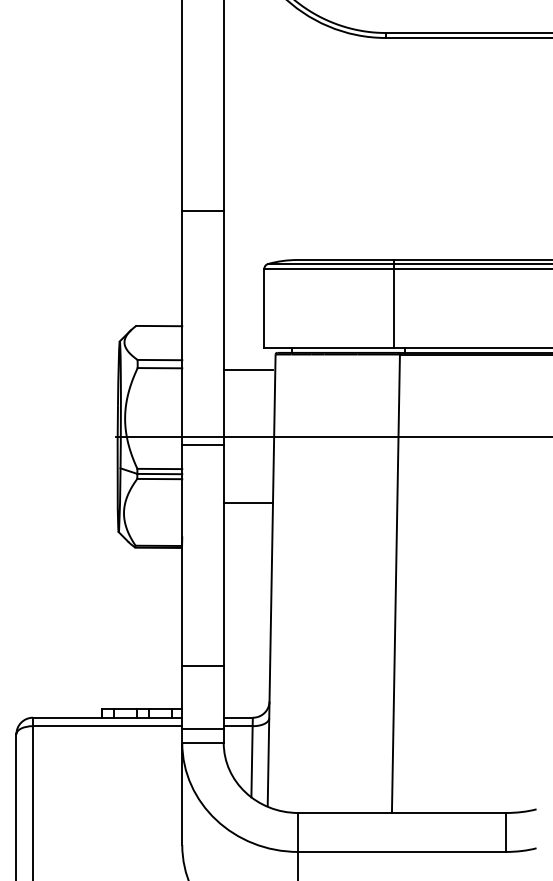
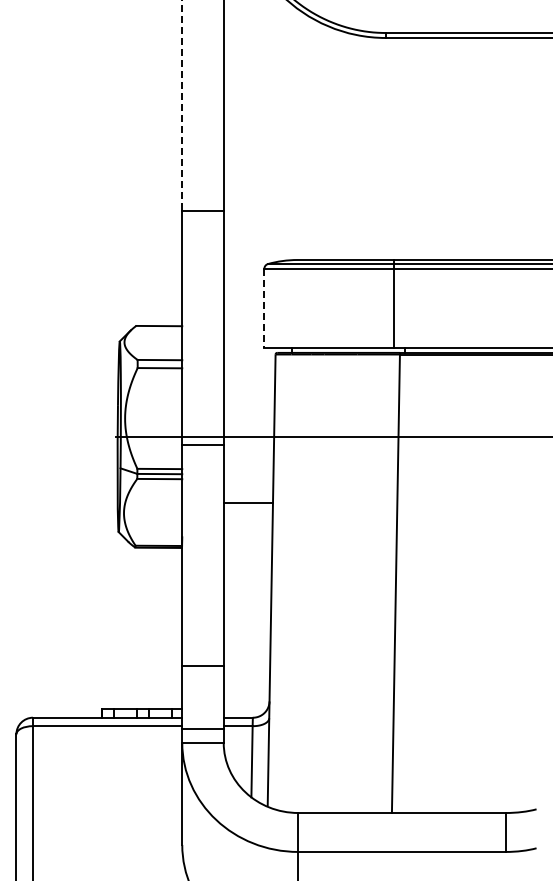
line at (182, 105): solid -> dashed
line at (264, 308): solid -> dashed
line at (248, 370): present -> none
